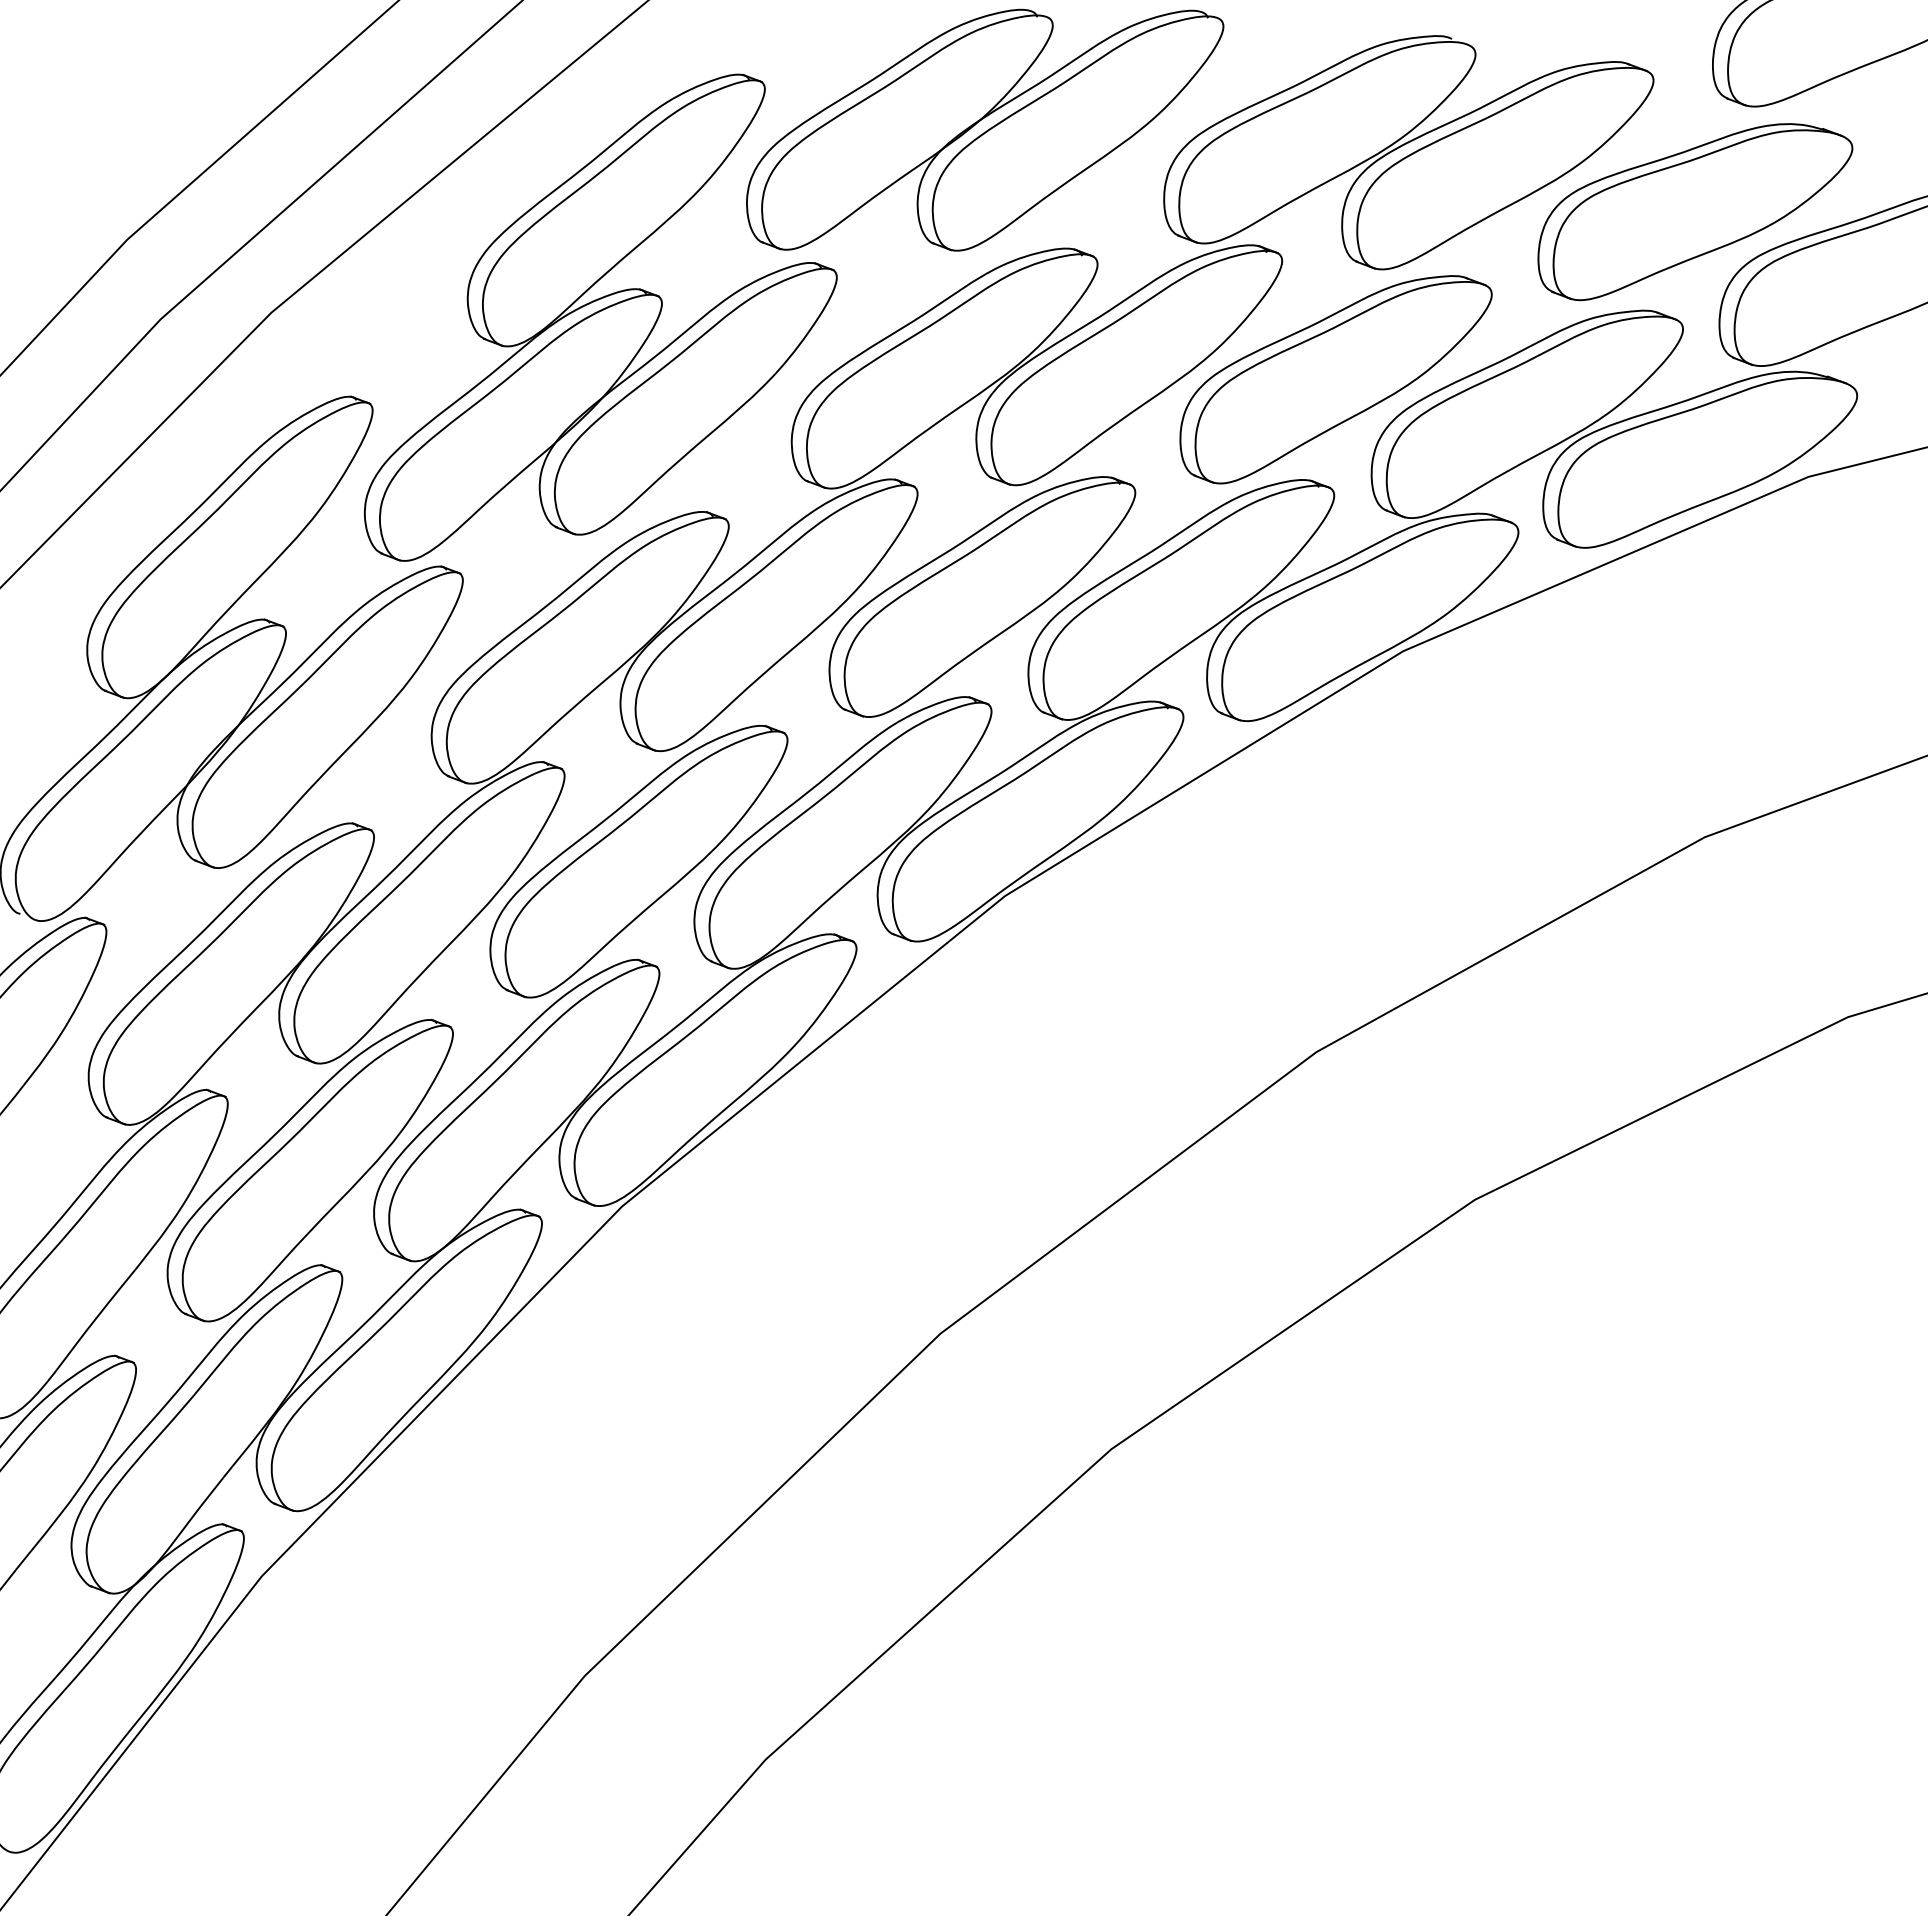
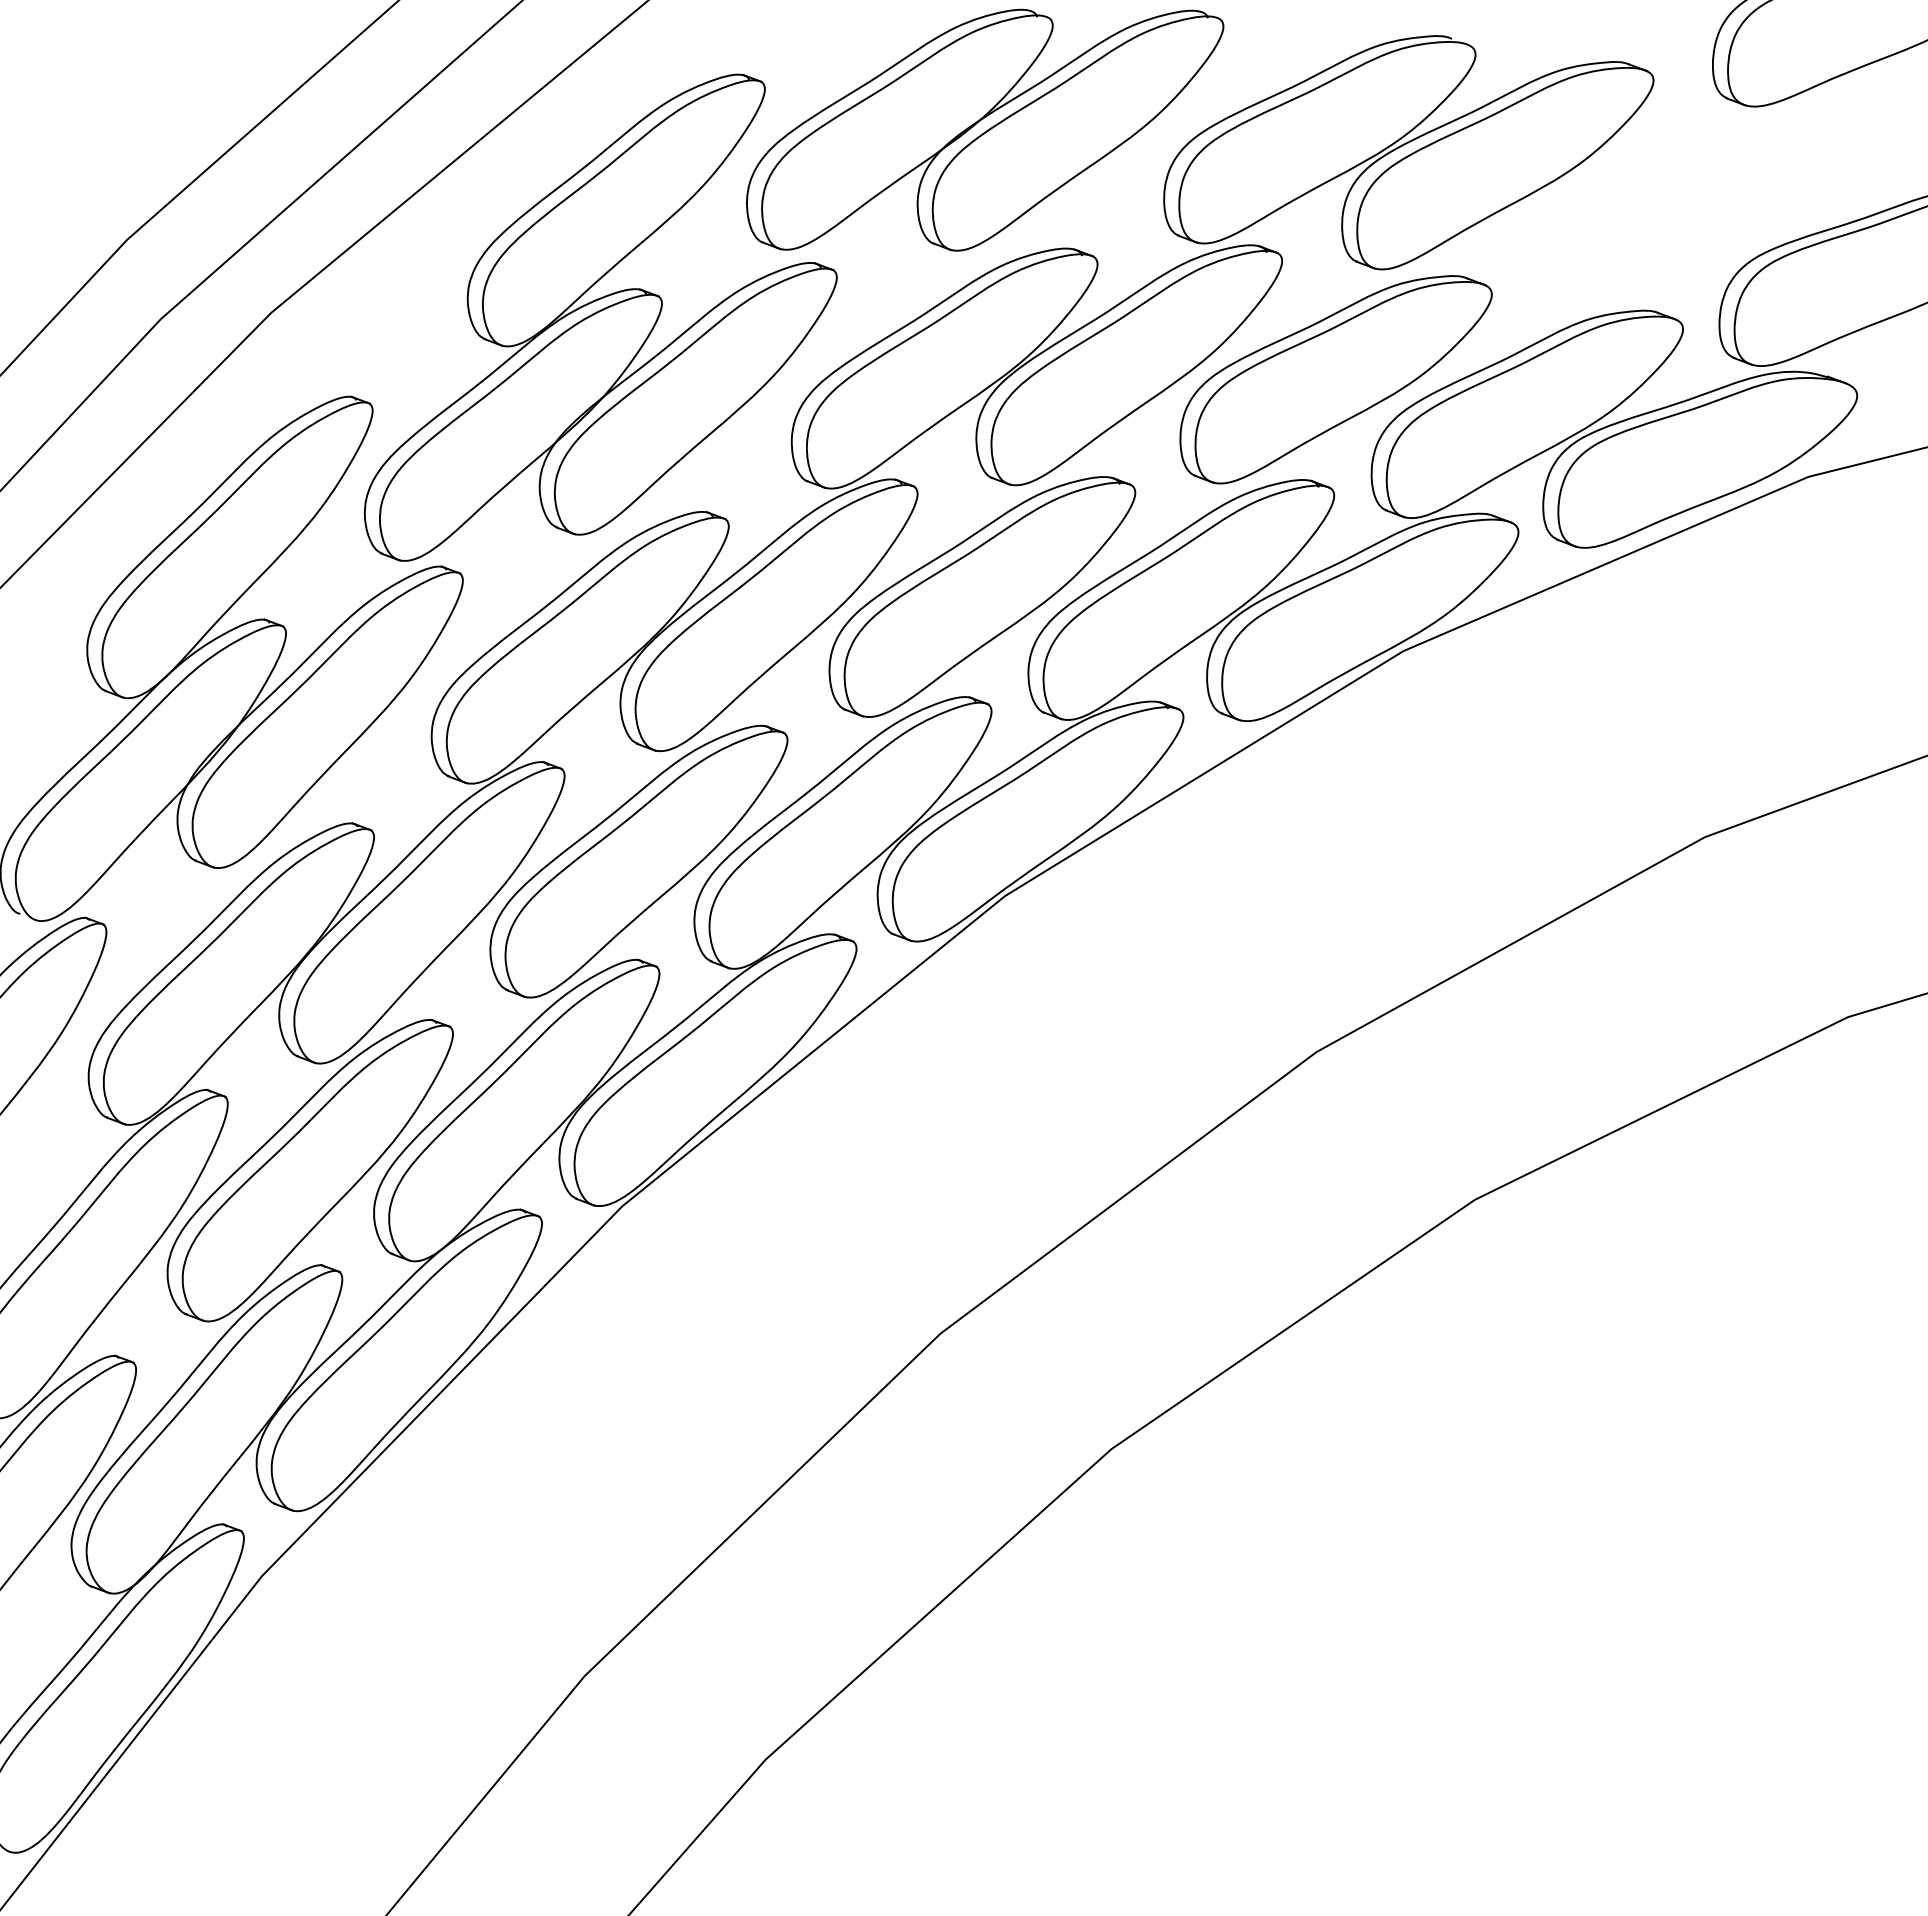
part at (1695, 212): present -> none
